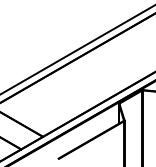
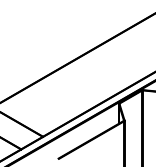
line at (77, 49): present -> none
